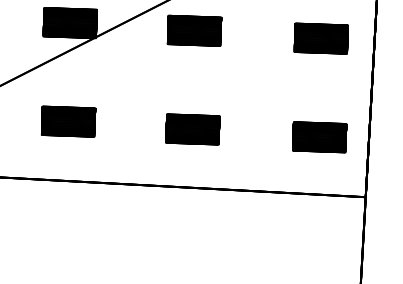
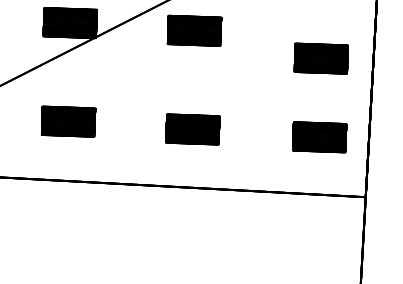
part at (320, 38) position: (320, 38) -> (320, 58)
